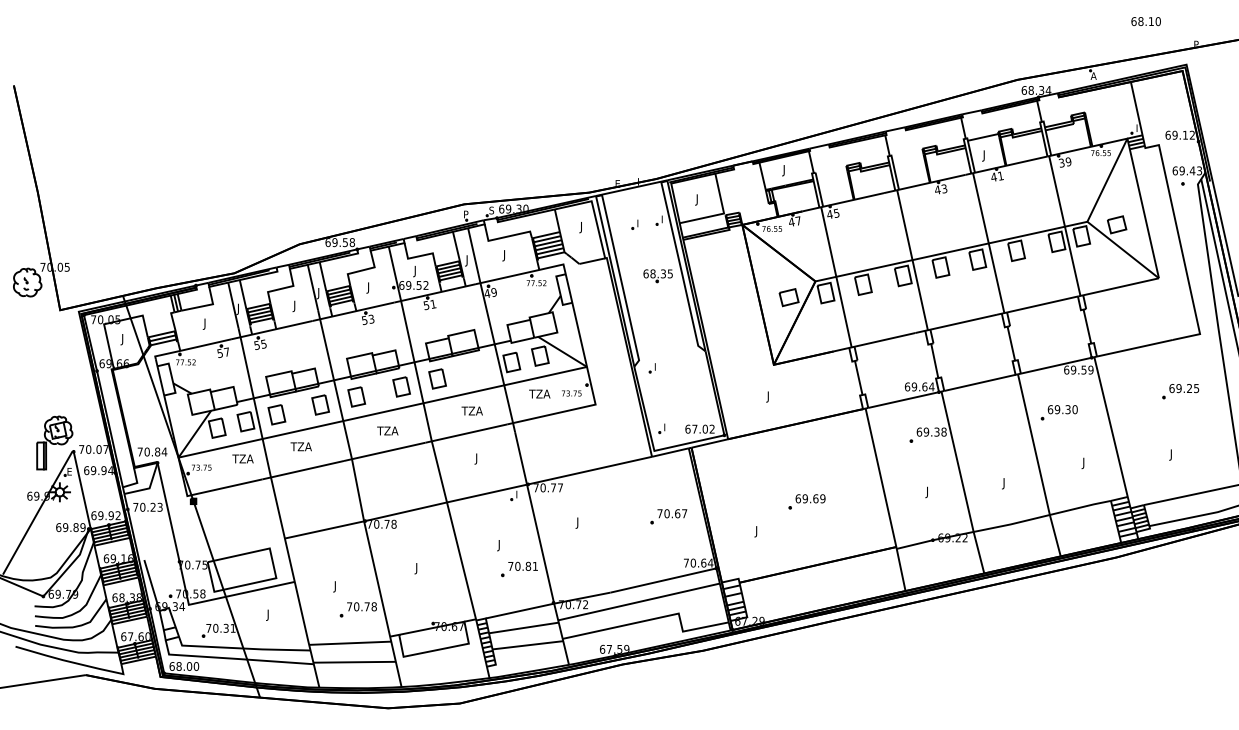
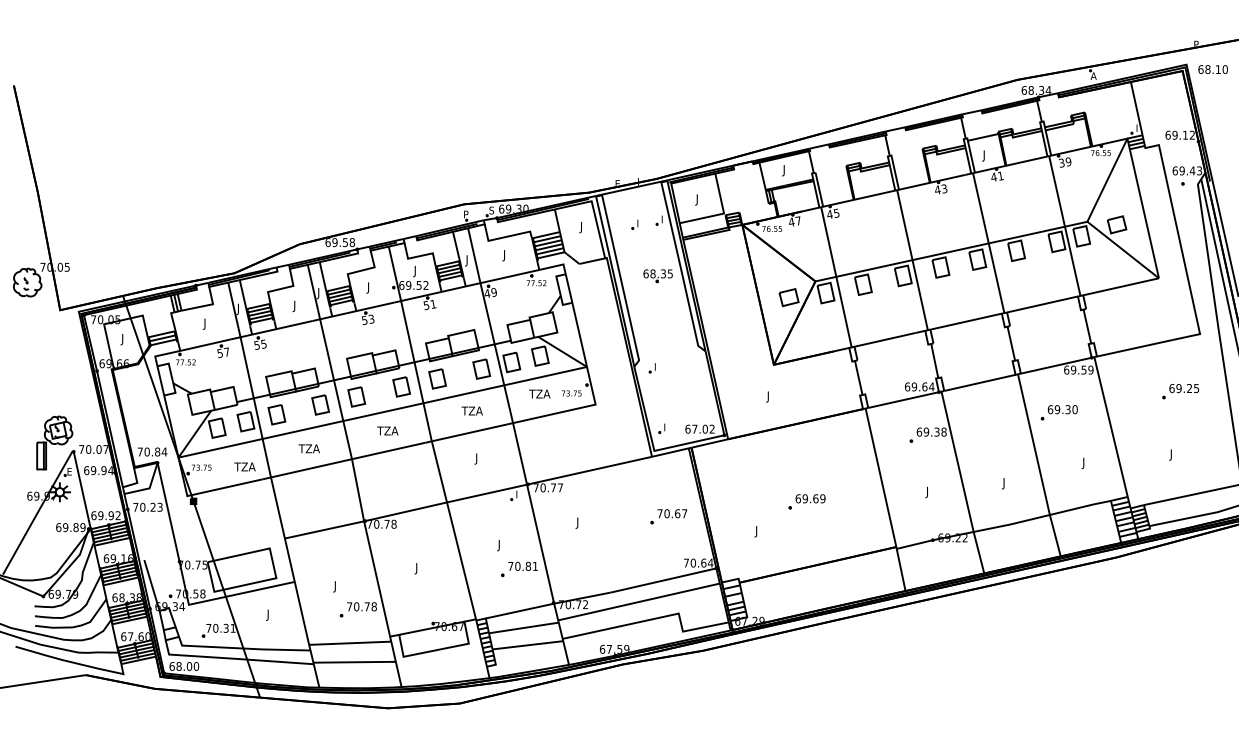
text at (1145, 21) position: (1145, 21) -> (1212, 69)
part at (481, 368): none -> present
text at (300, 446) position: (300, 446) -> (308, 448)
text at (242, 458) position: (242, 458) -> (244, 466)
